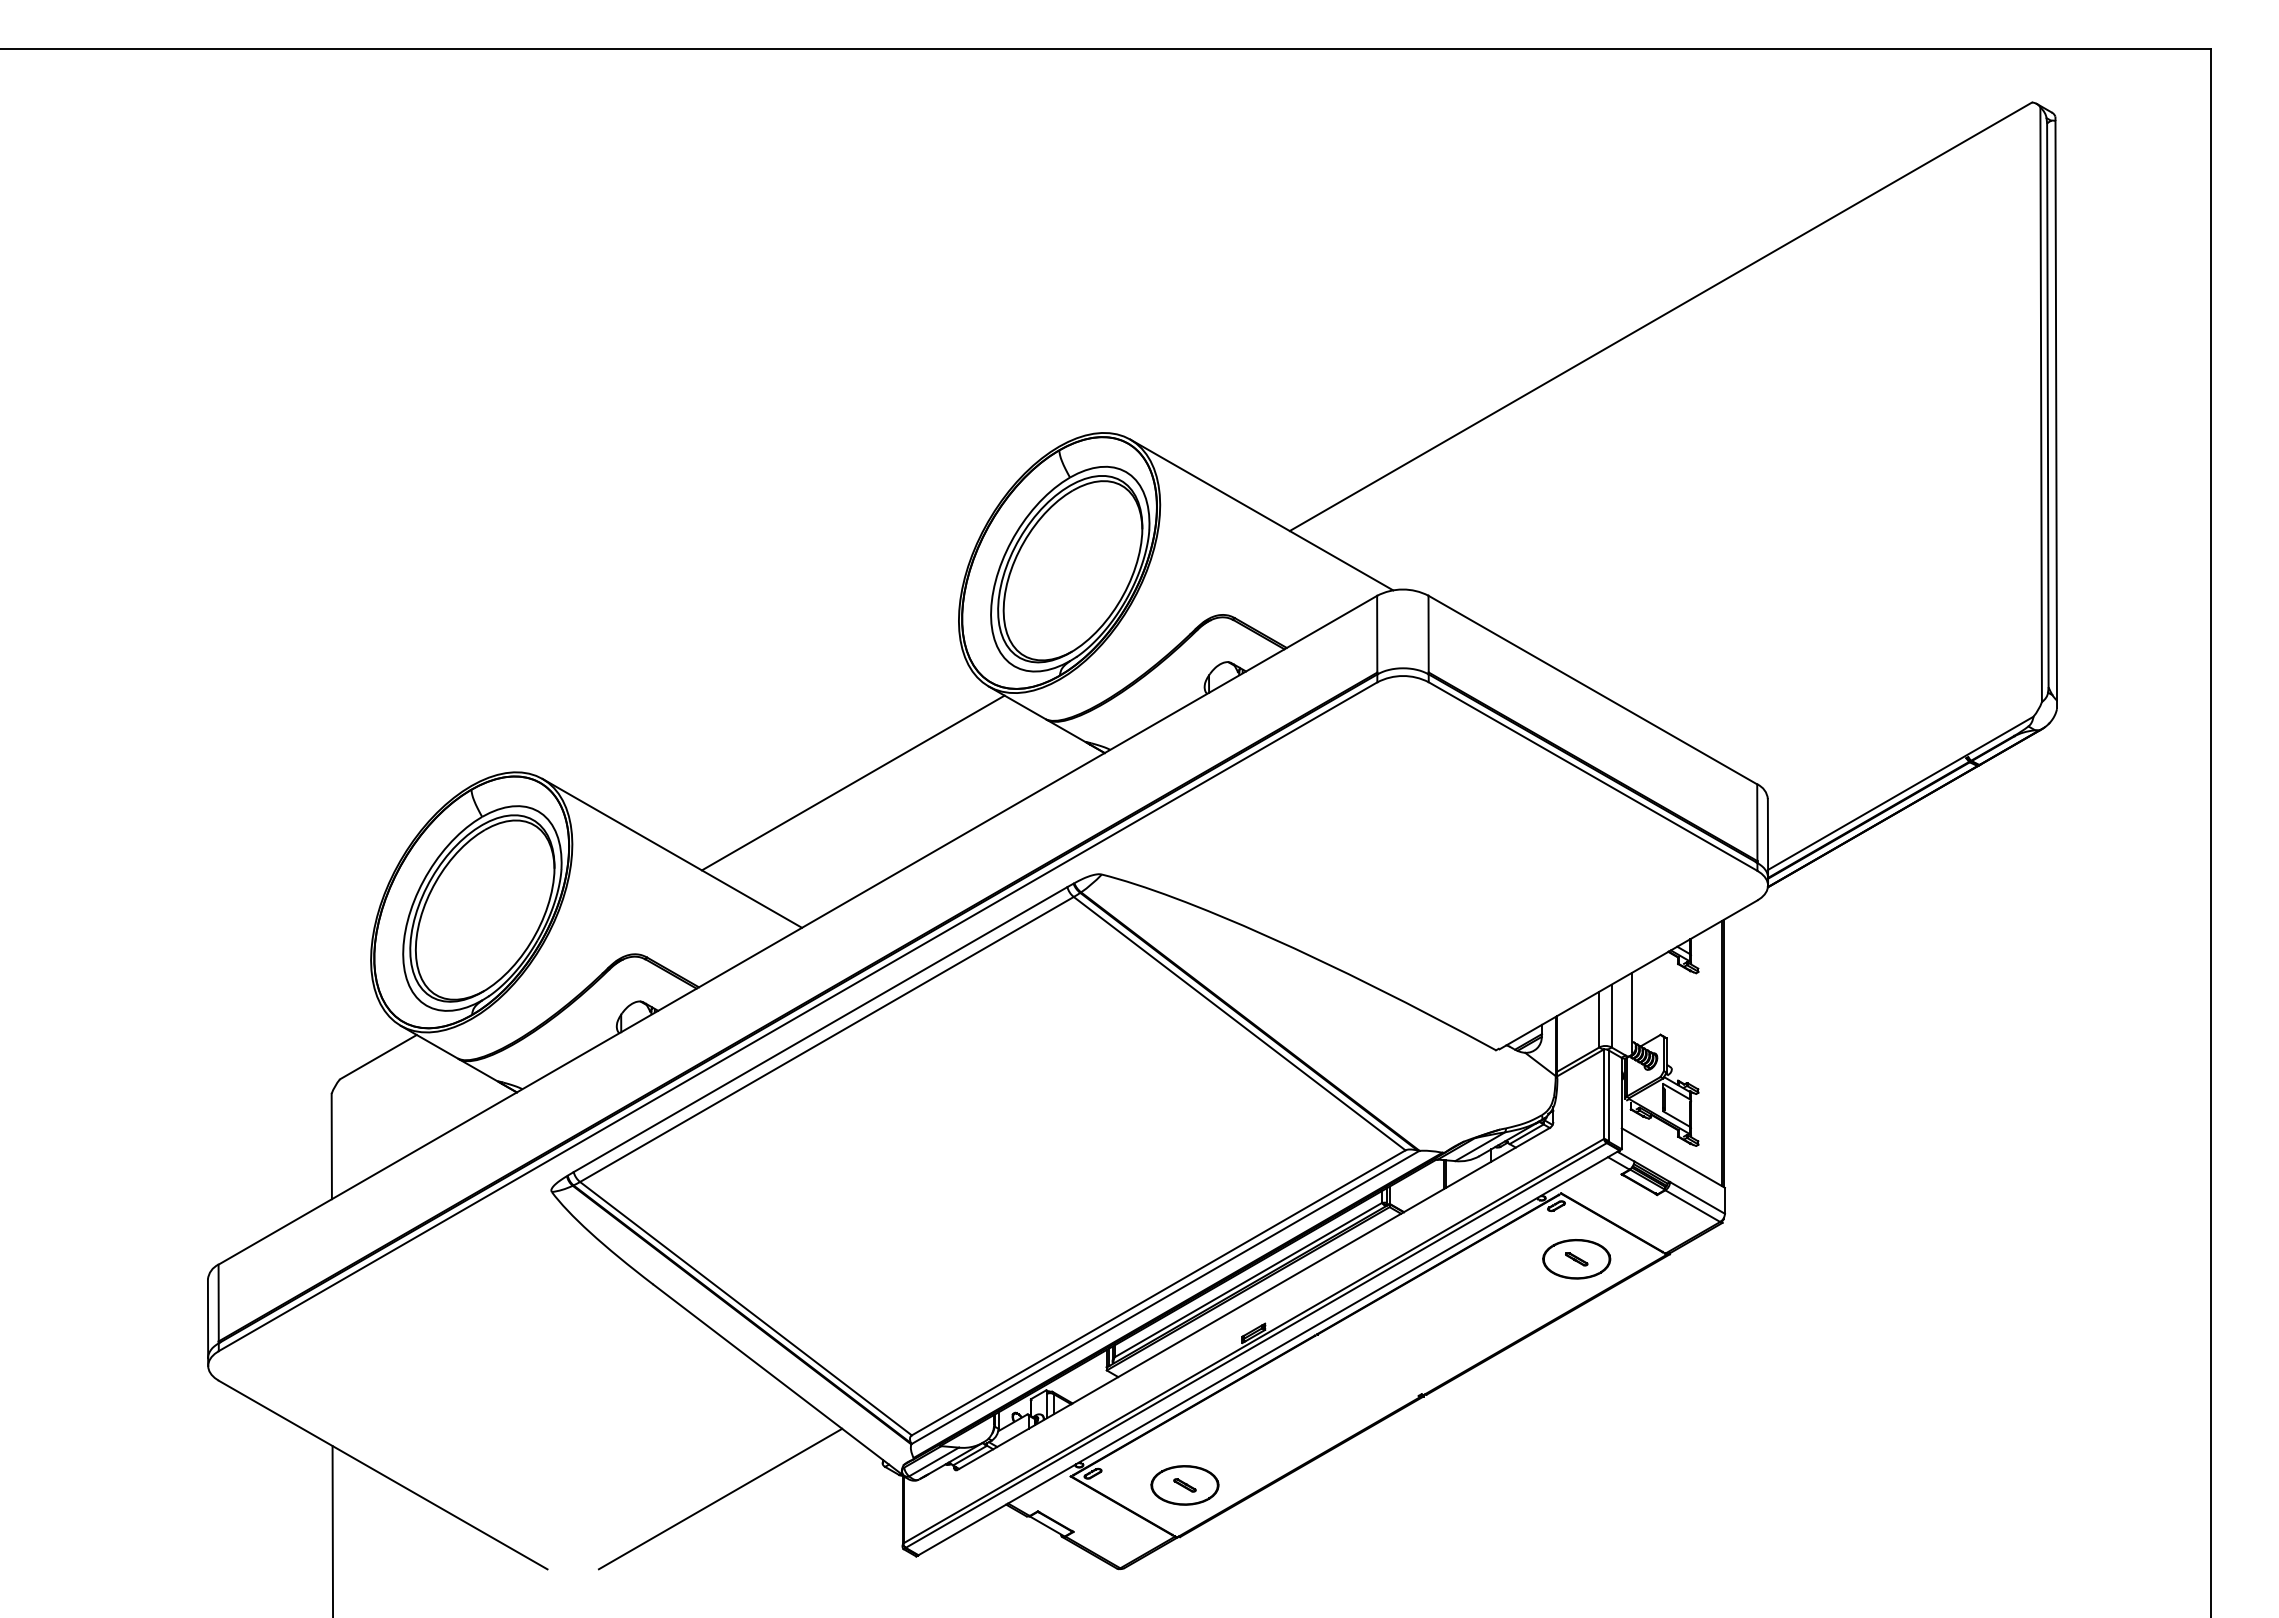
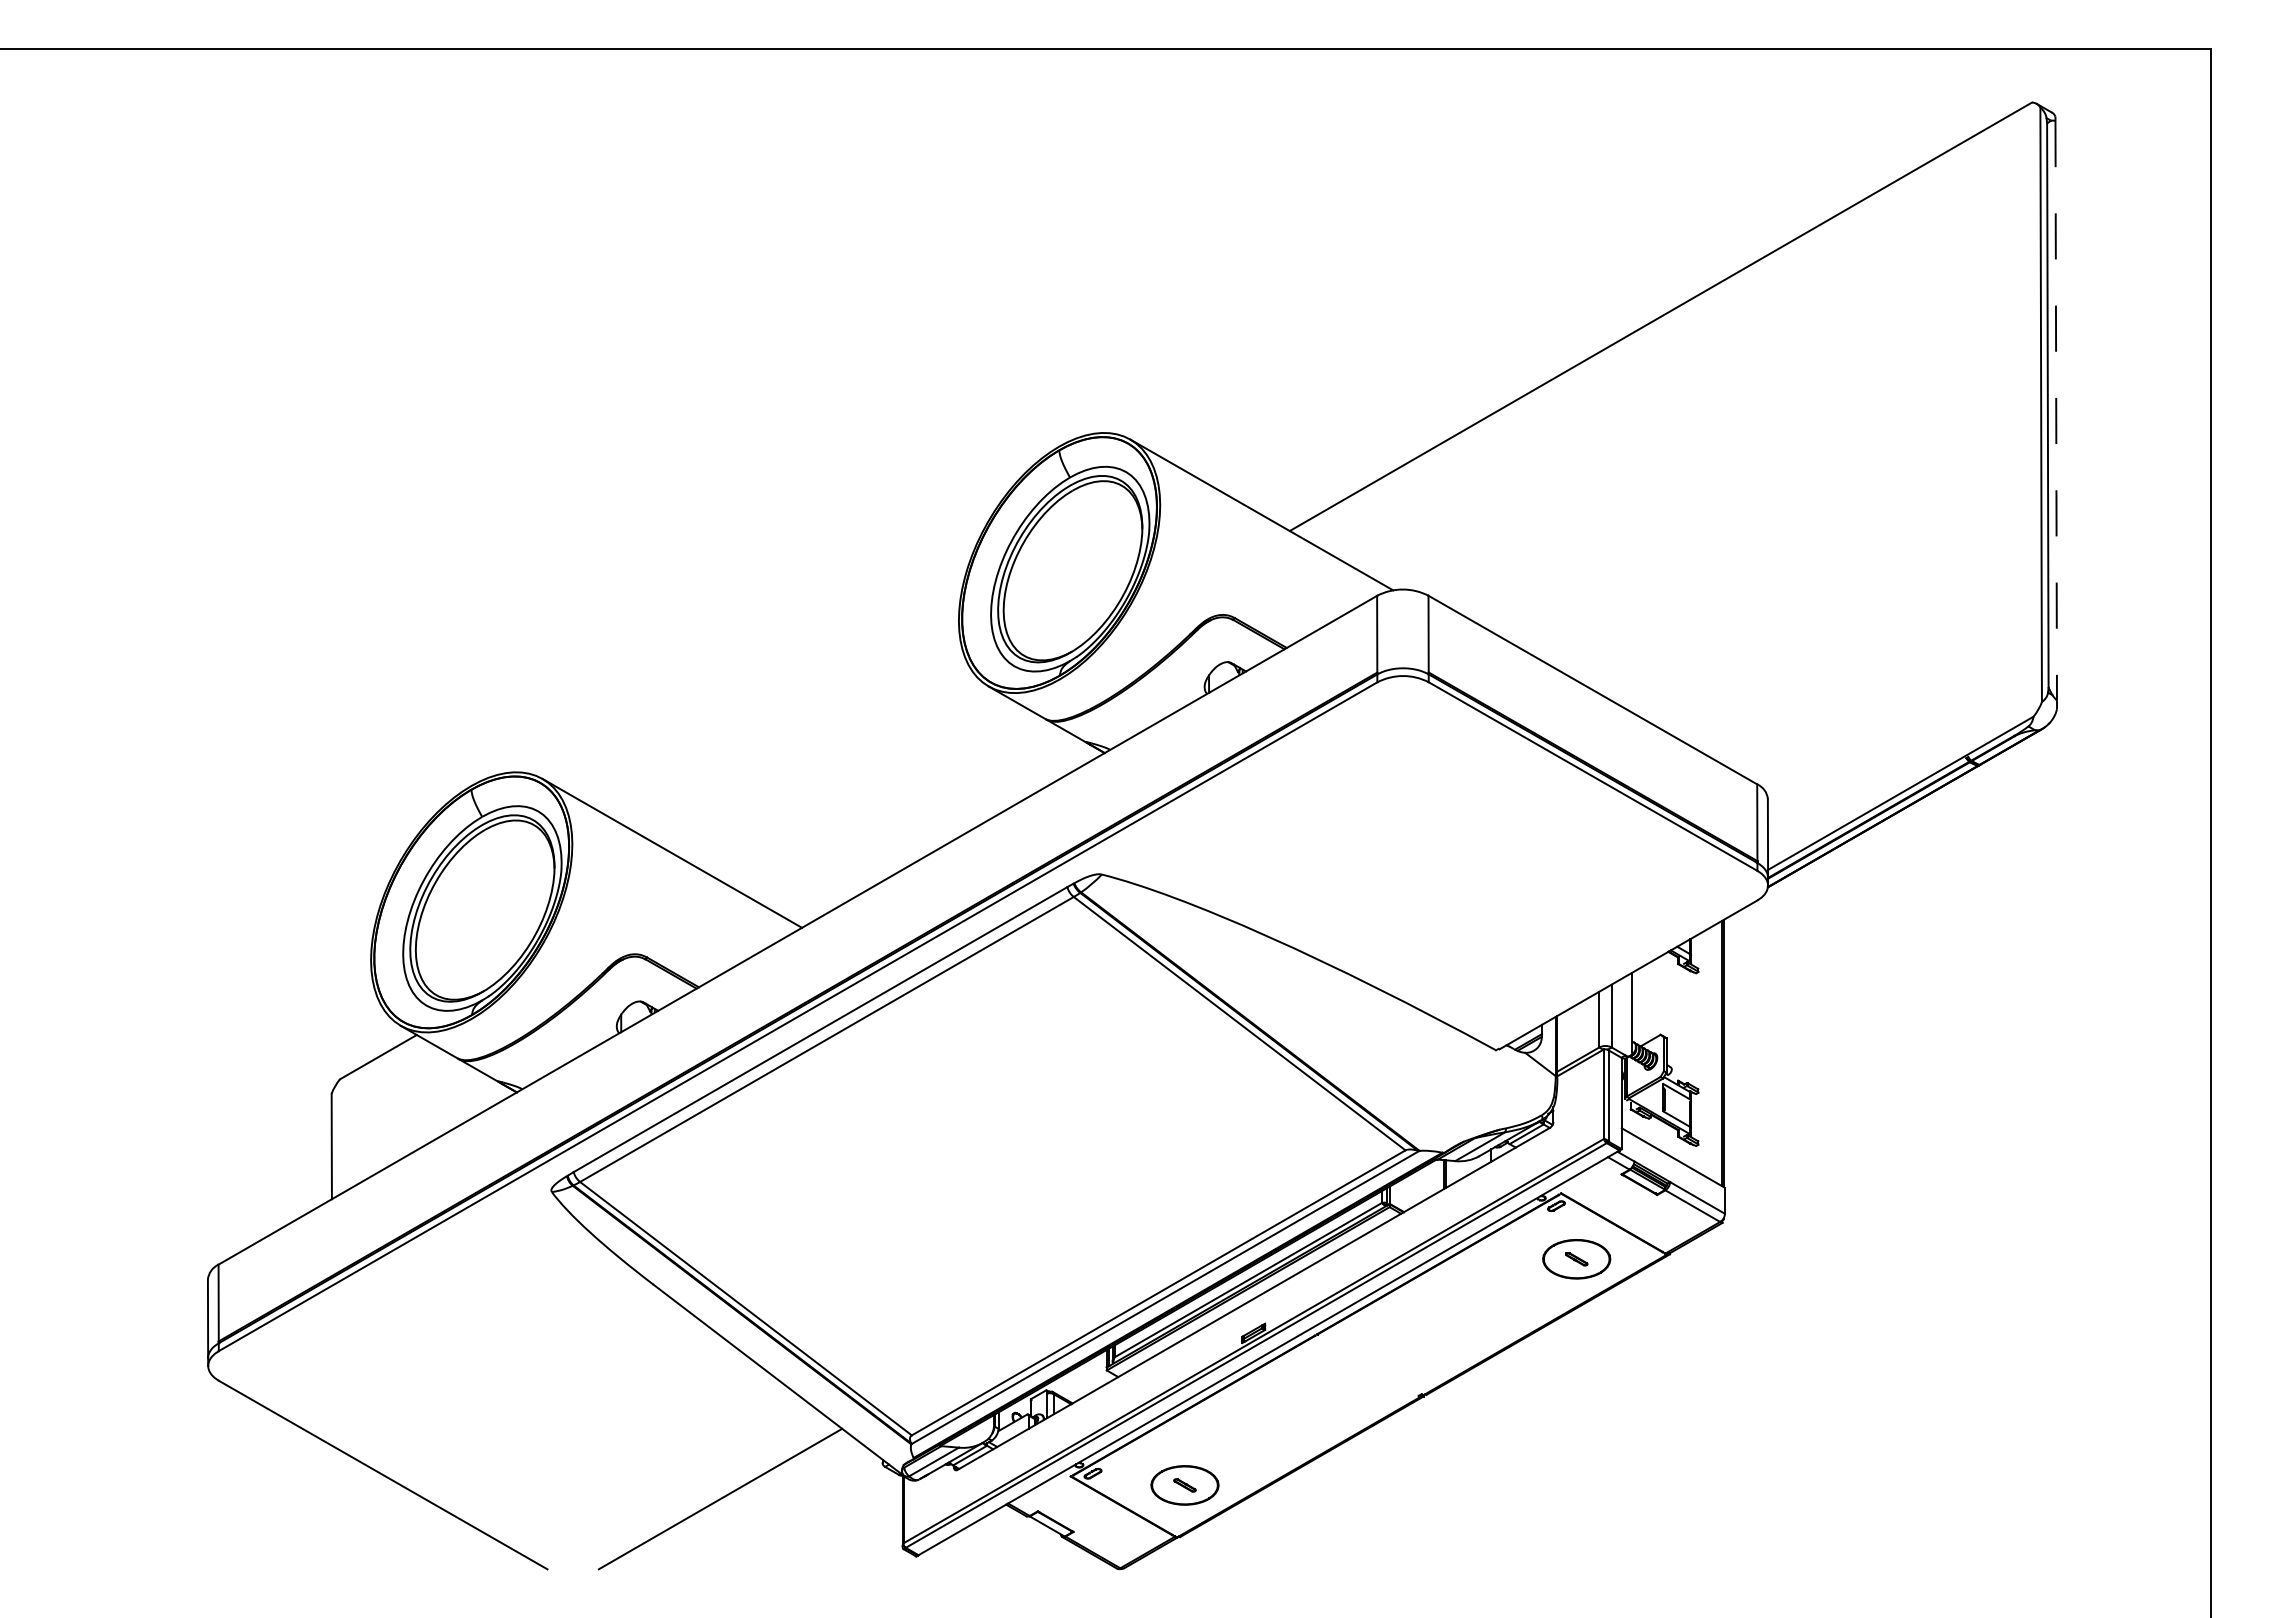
line at (2056, 410): solid -> dashed
line at (852, 782): present -> none
line at (332, 1530): present -> none
